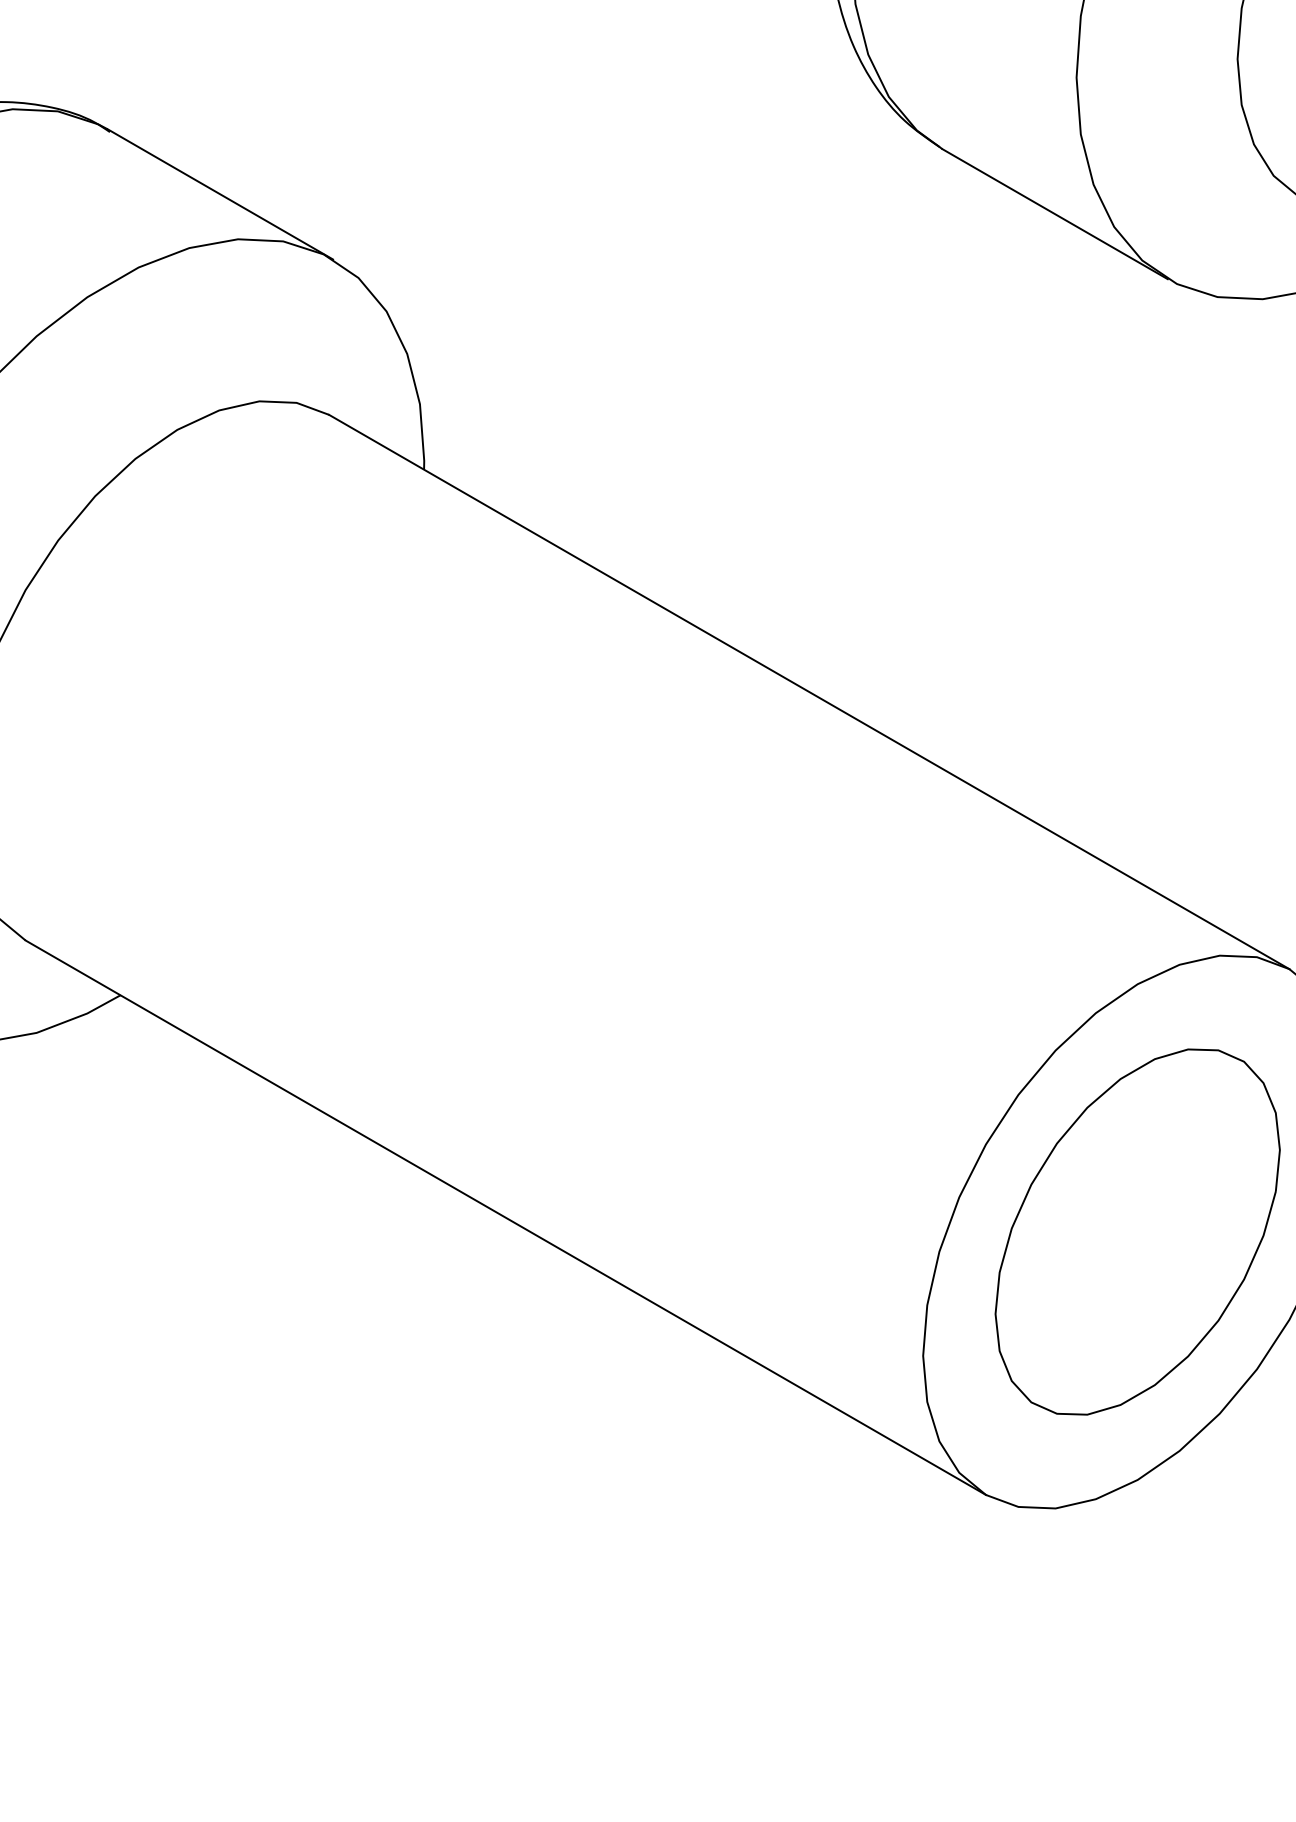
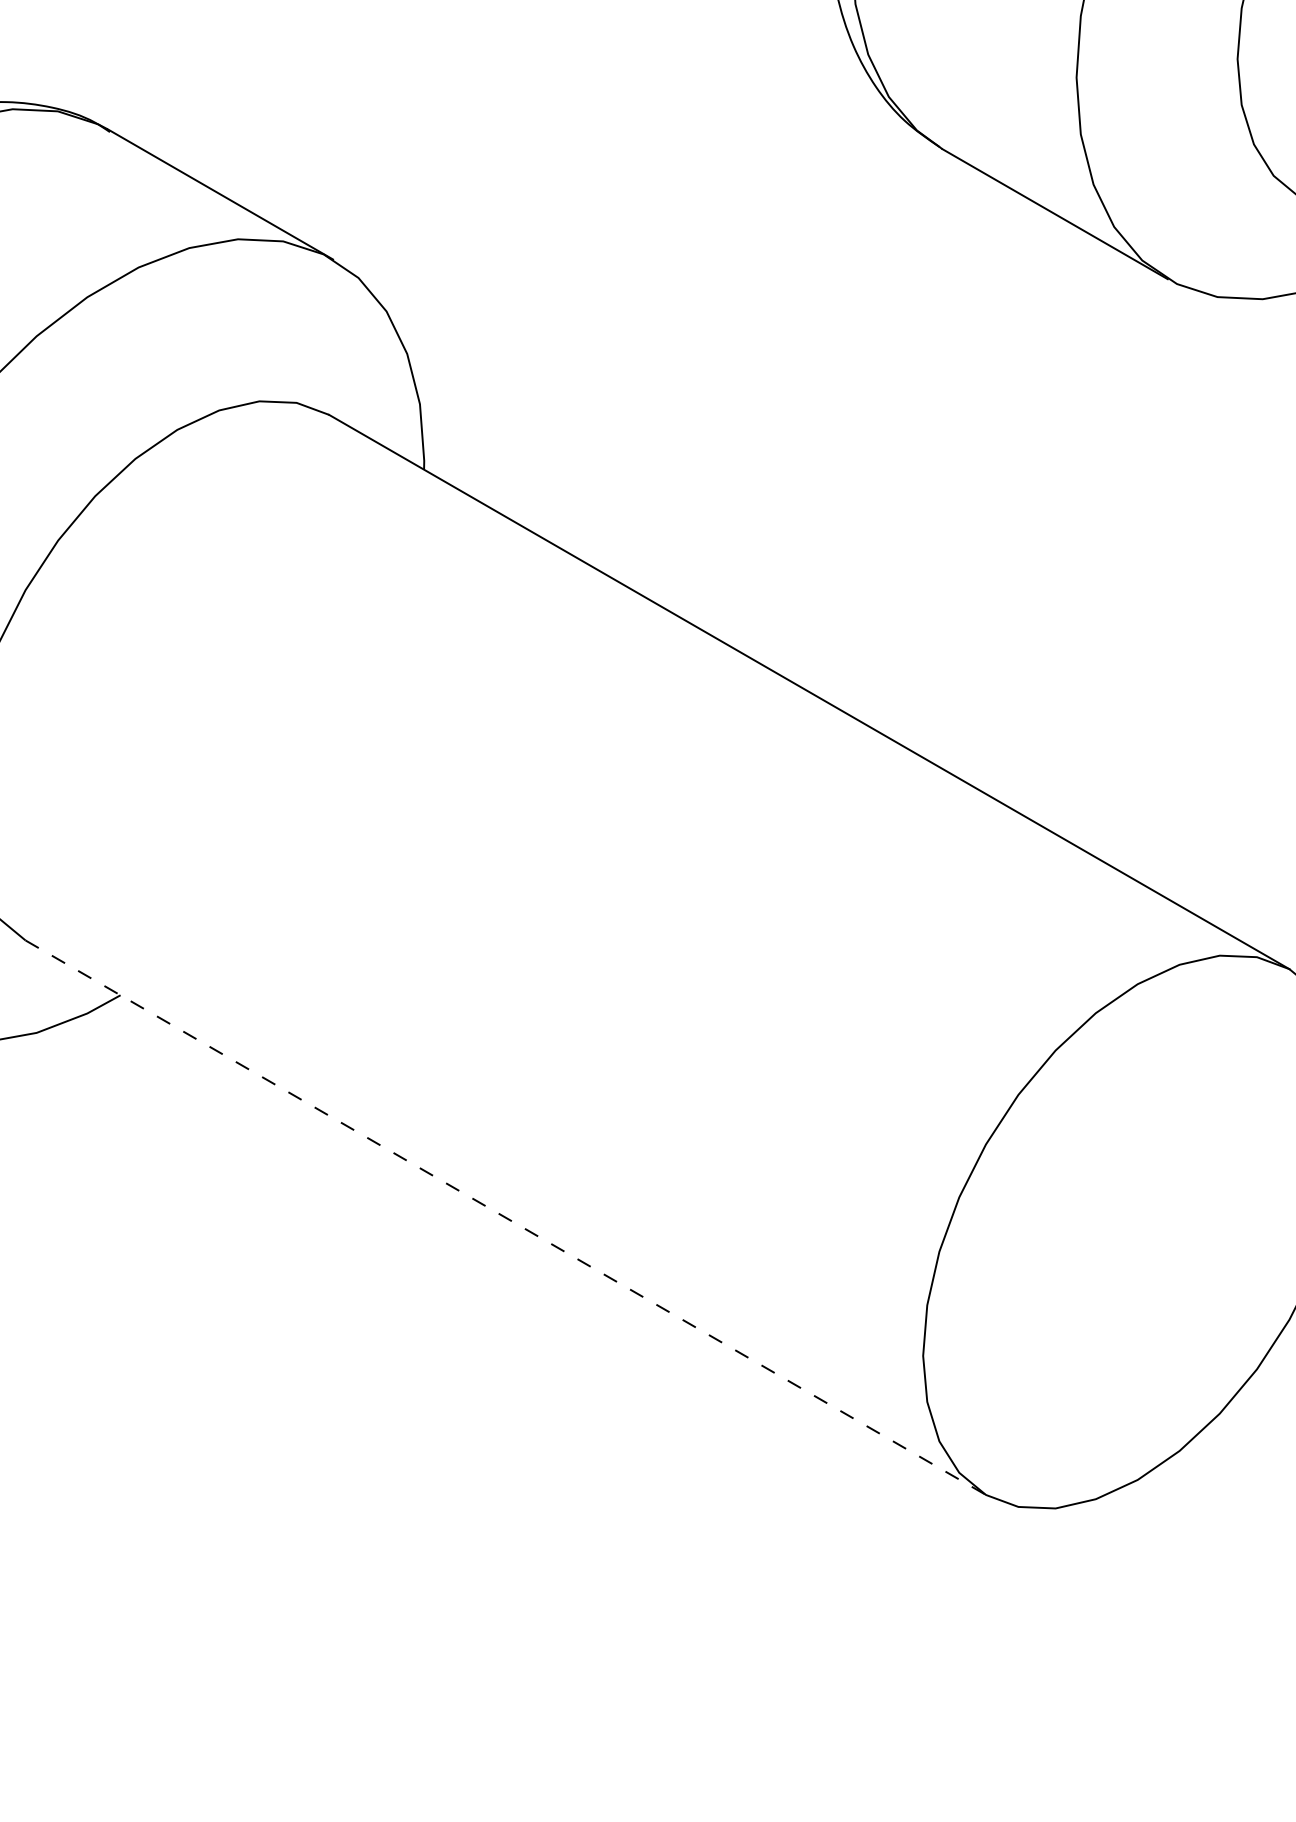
line at (506, 1217): solid -> dashed
part at (1137, 1231): present -> none
